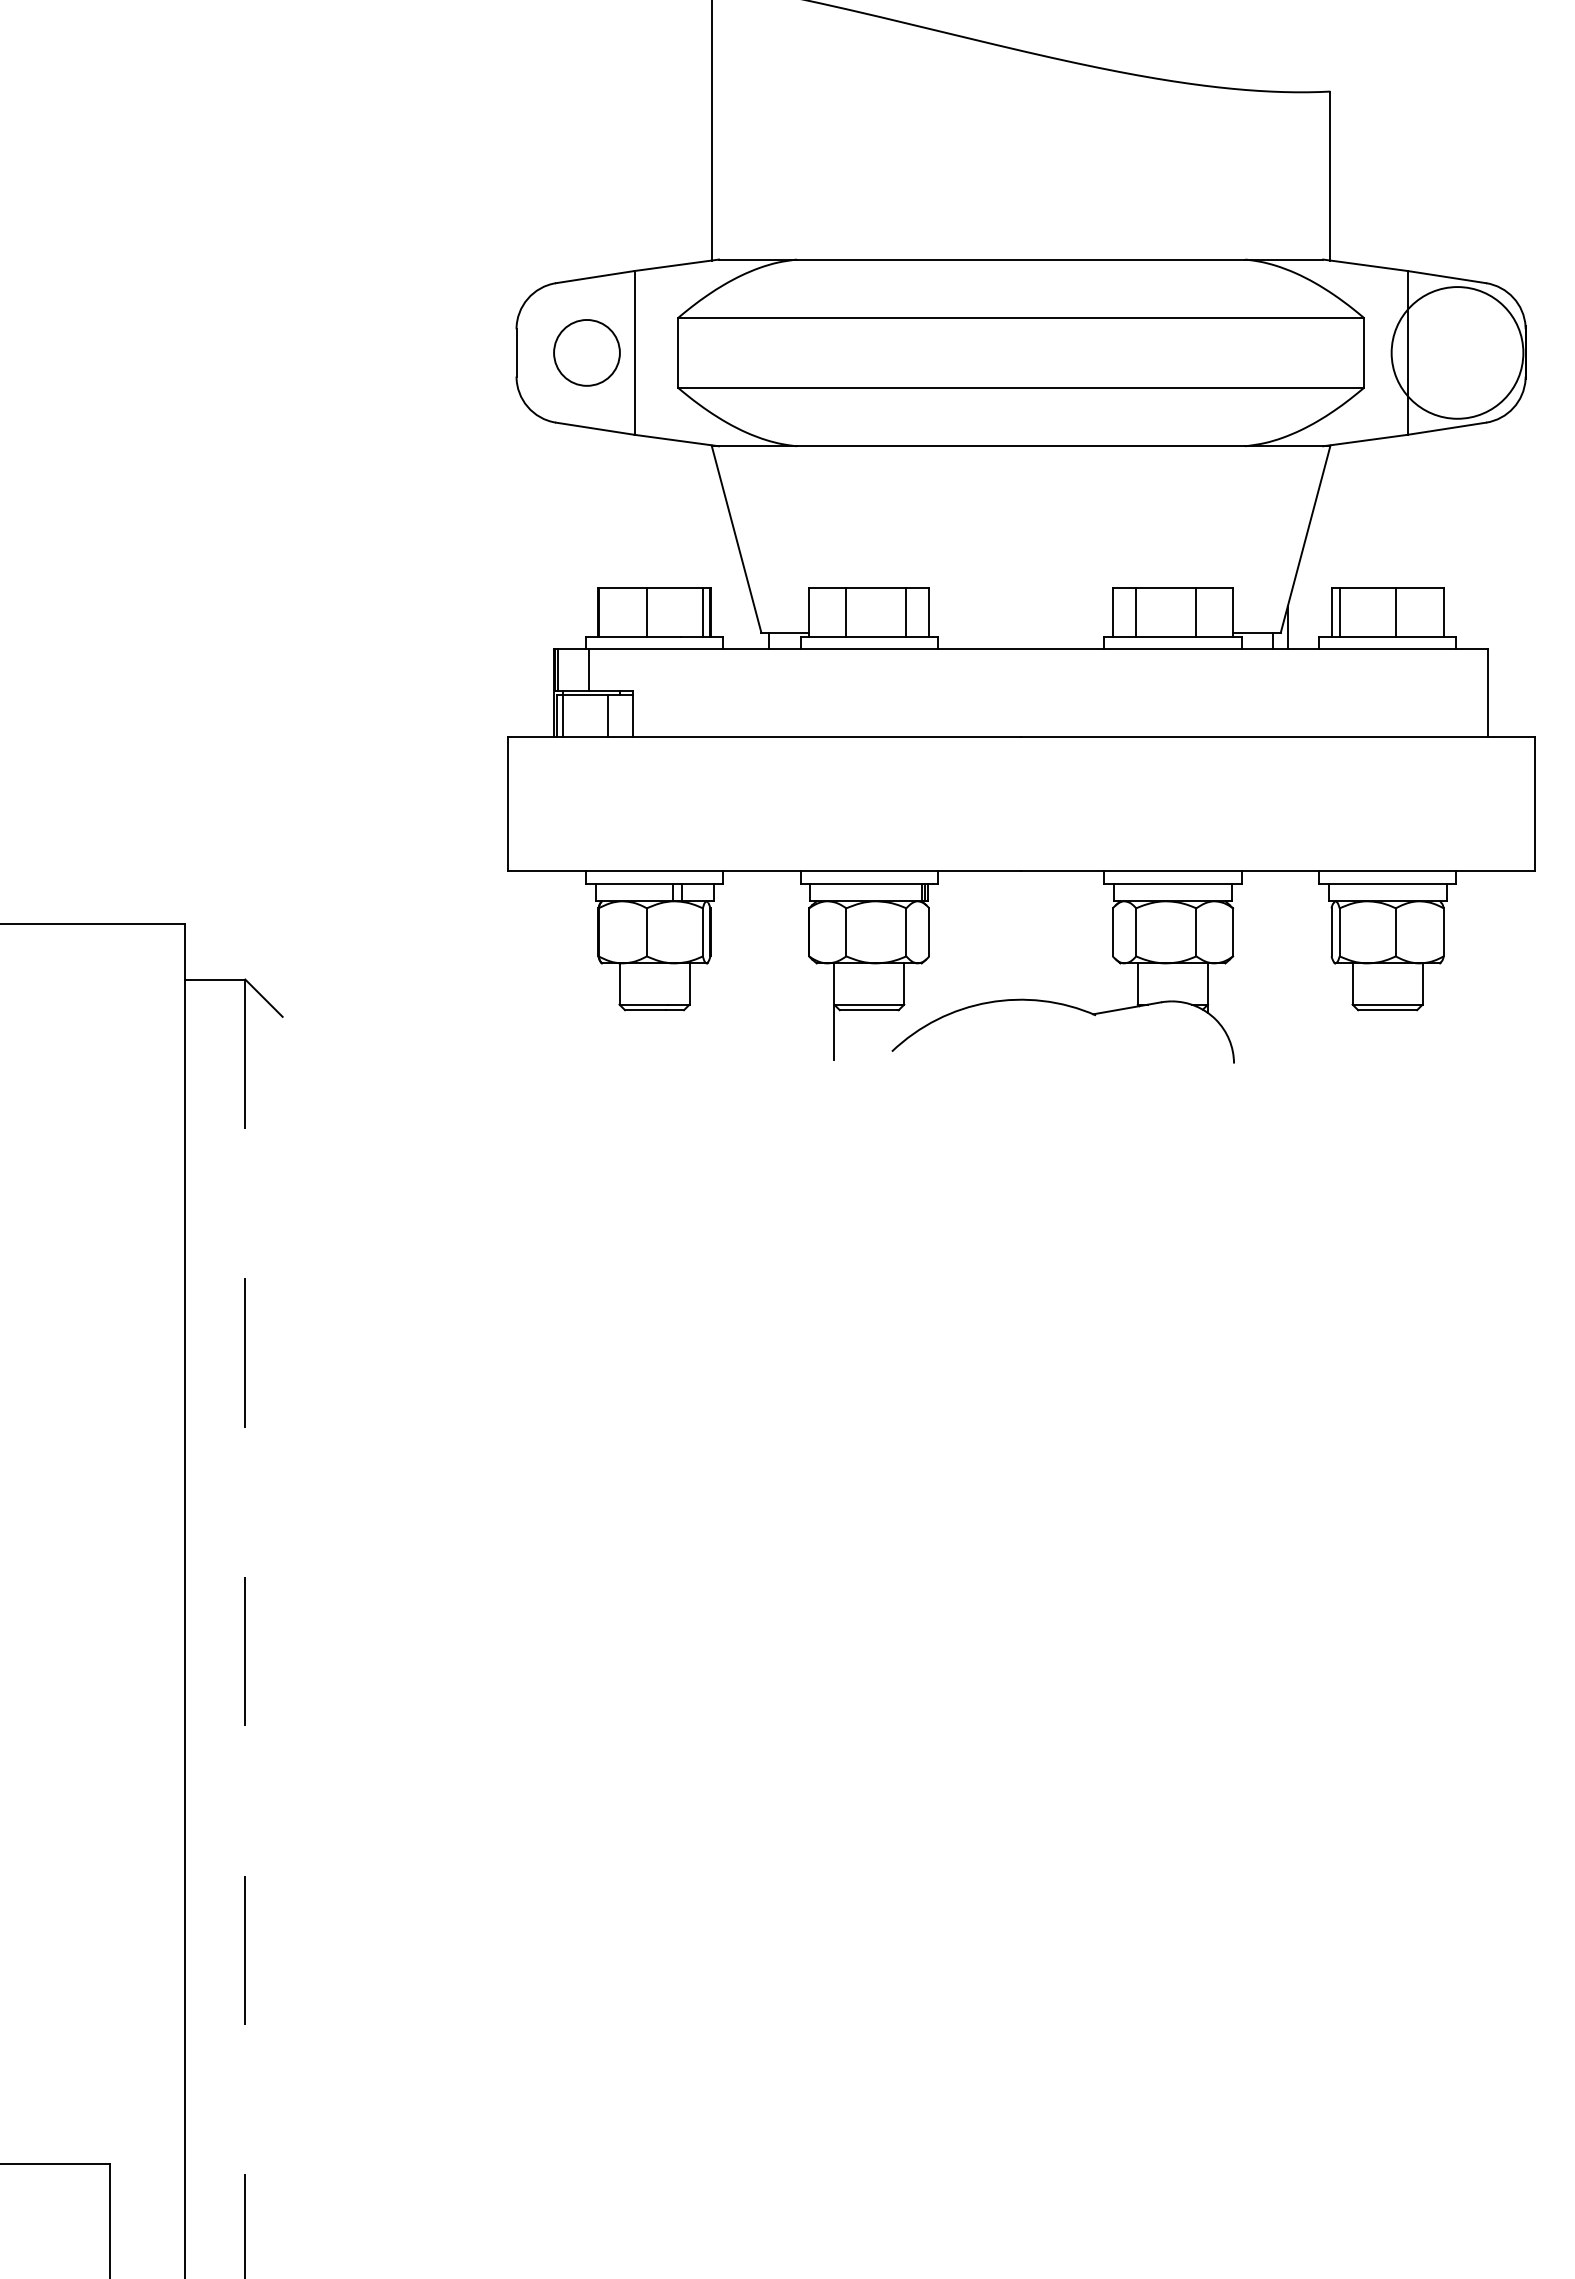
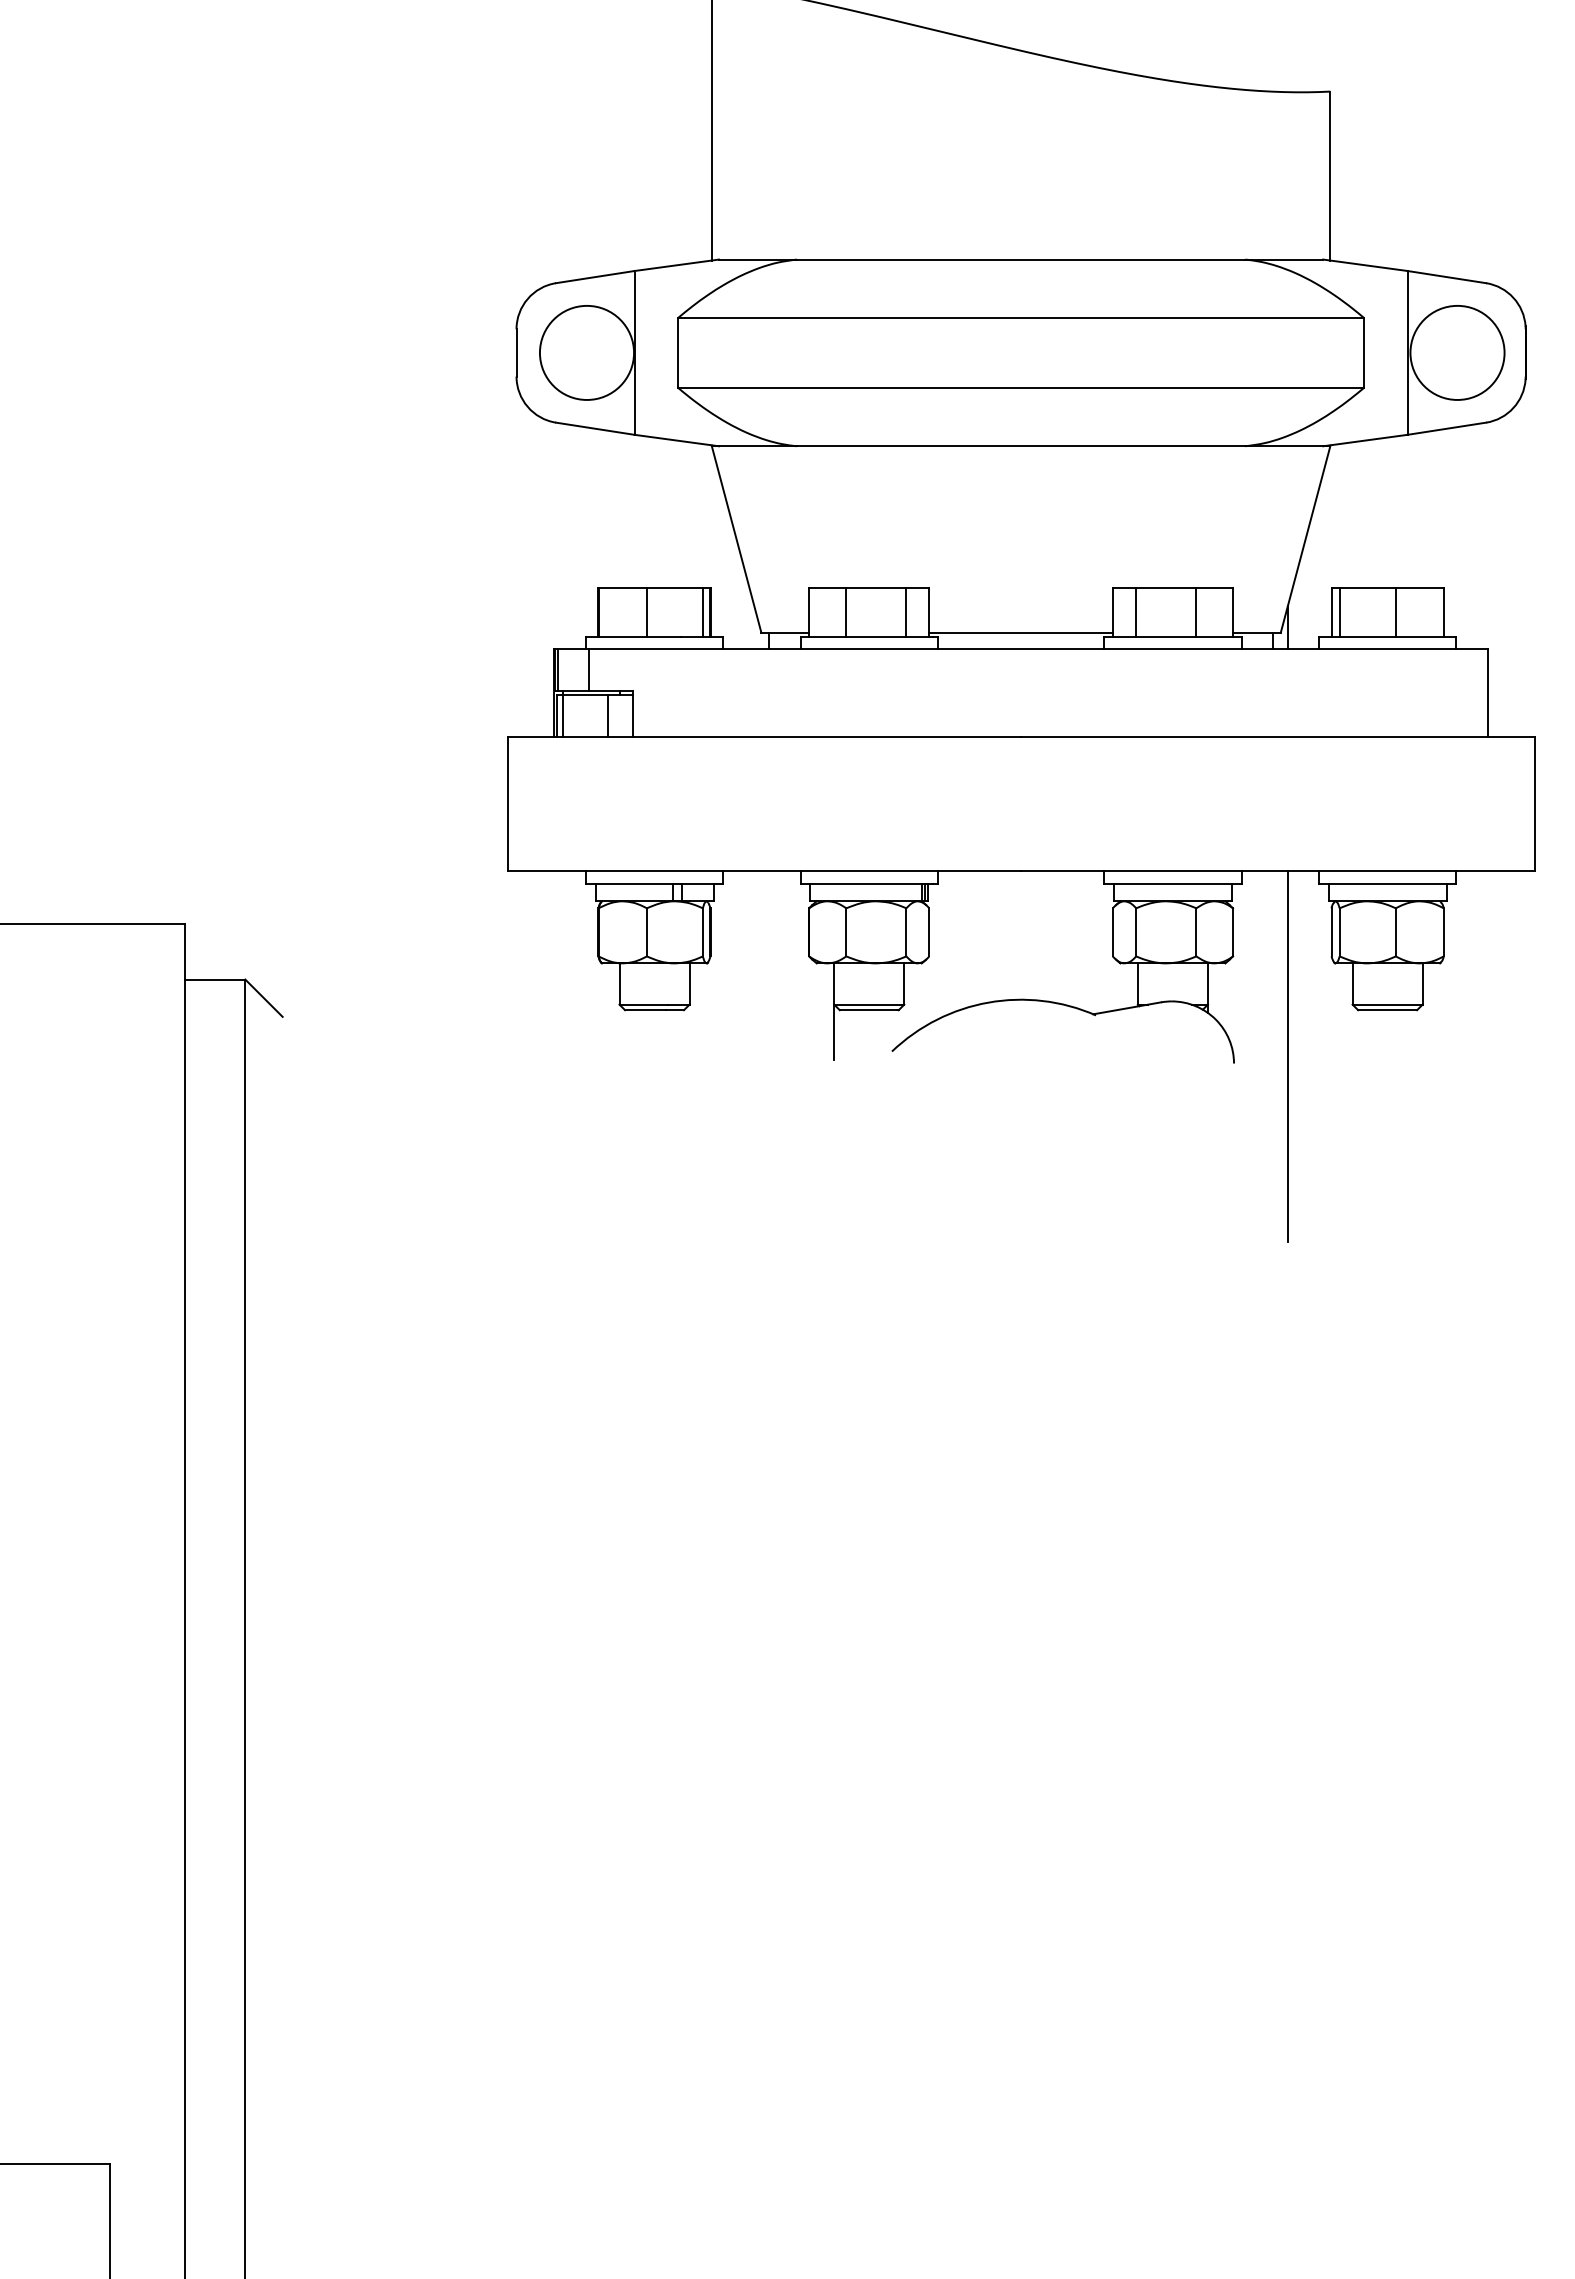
circle at (586, 352) diameter: 66 px -> 94 px
circle at (1457, 352) diameter: 132 px -> 94 px
line at (1020, 632): none -> present
line at (1287, 1056): none -> present
line at (245, 1629): dashed -> solid
